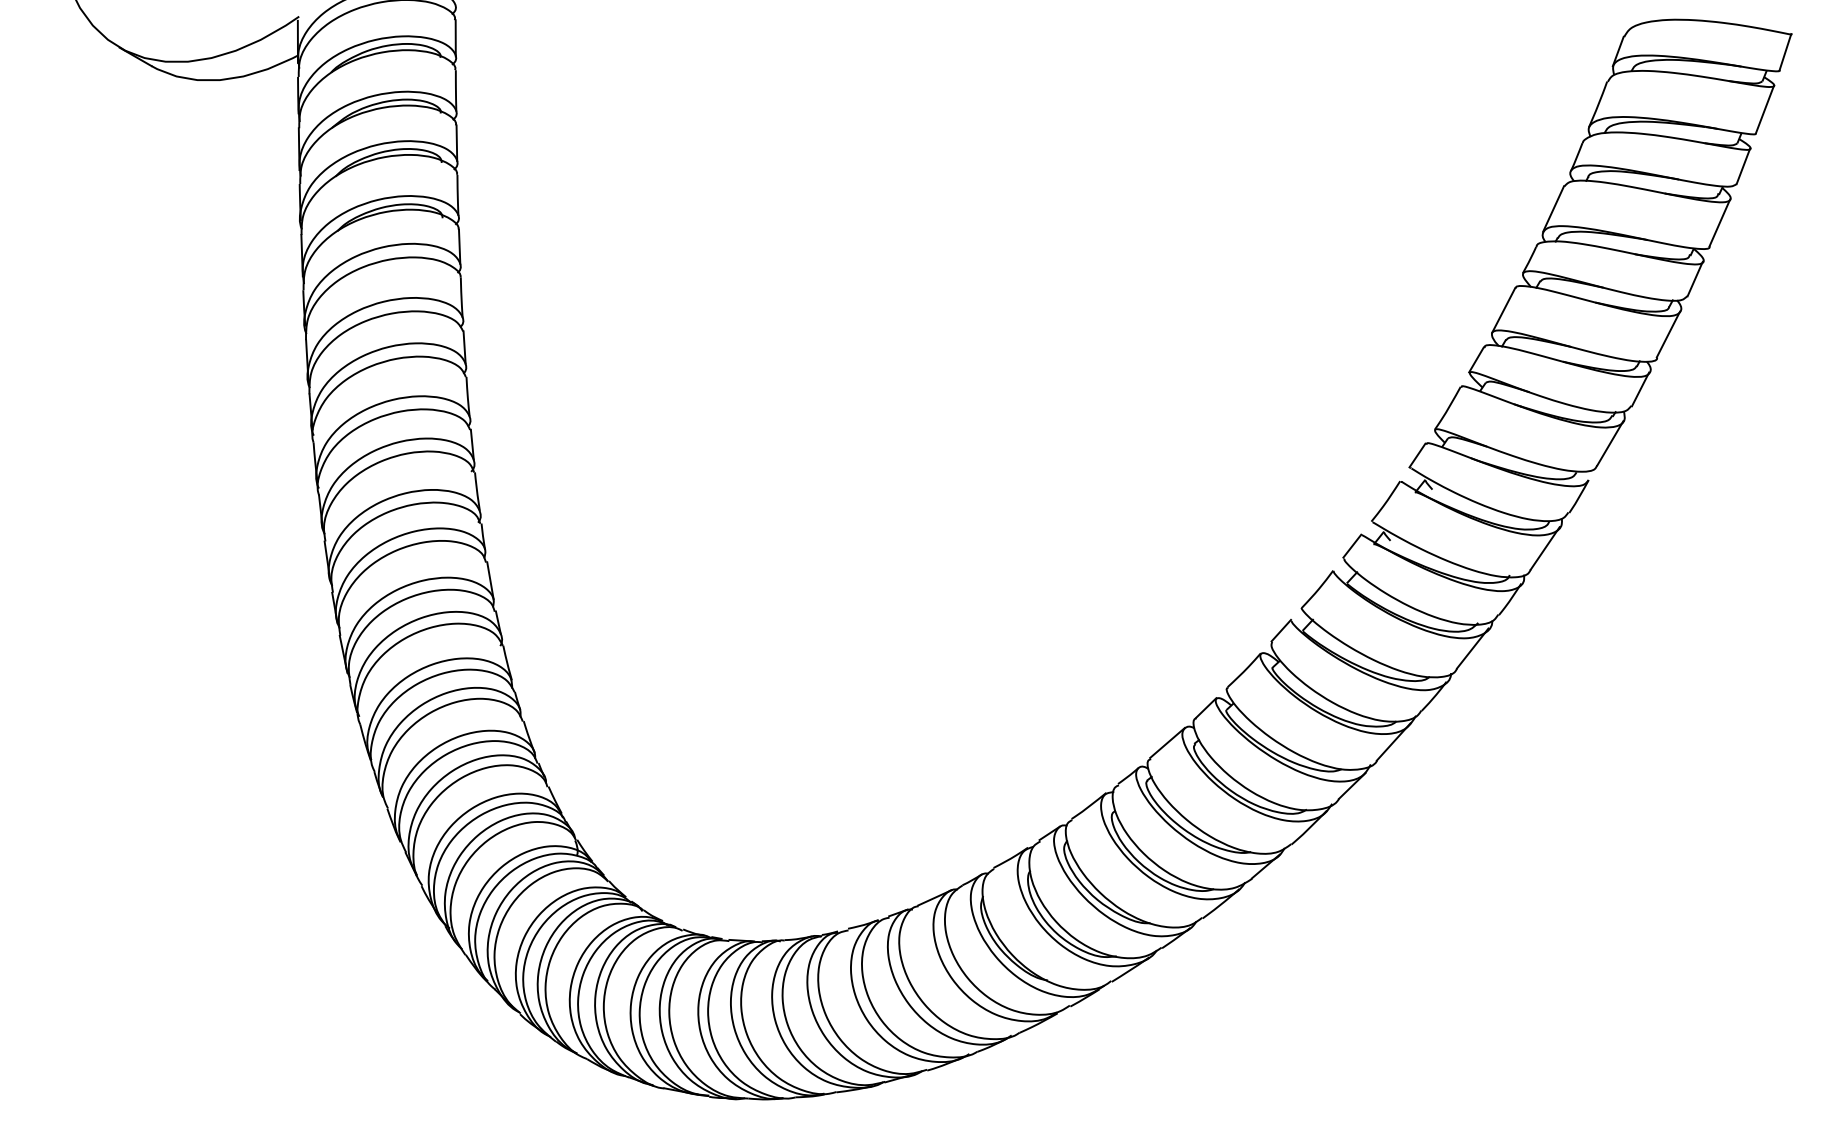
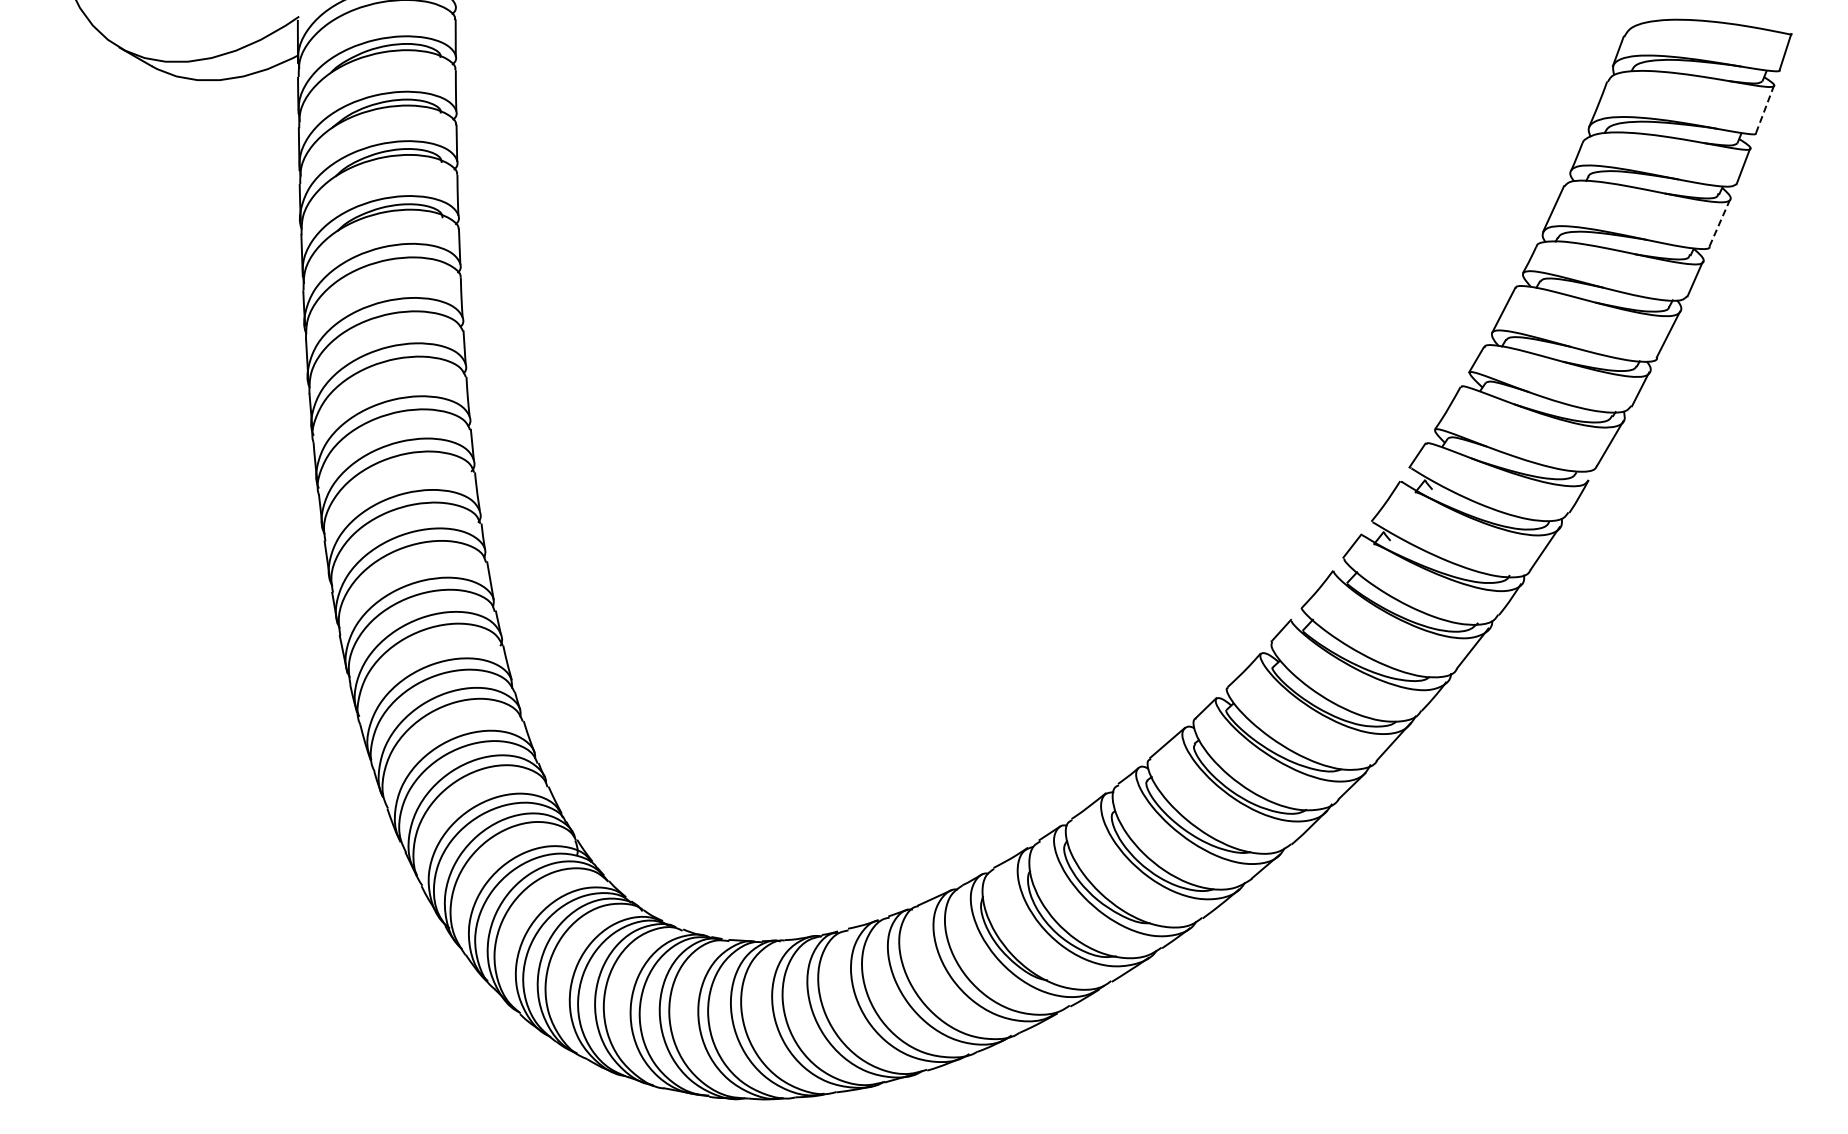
line at (1765, 109): solid -> dashed
line at (1720, 222): solid -> dashed
